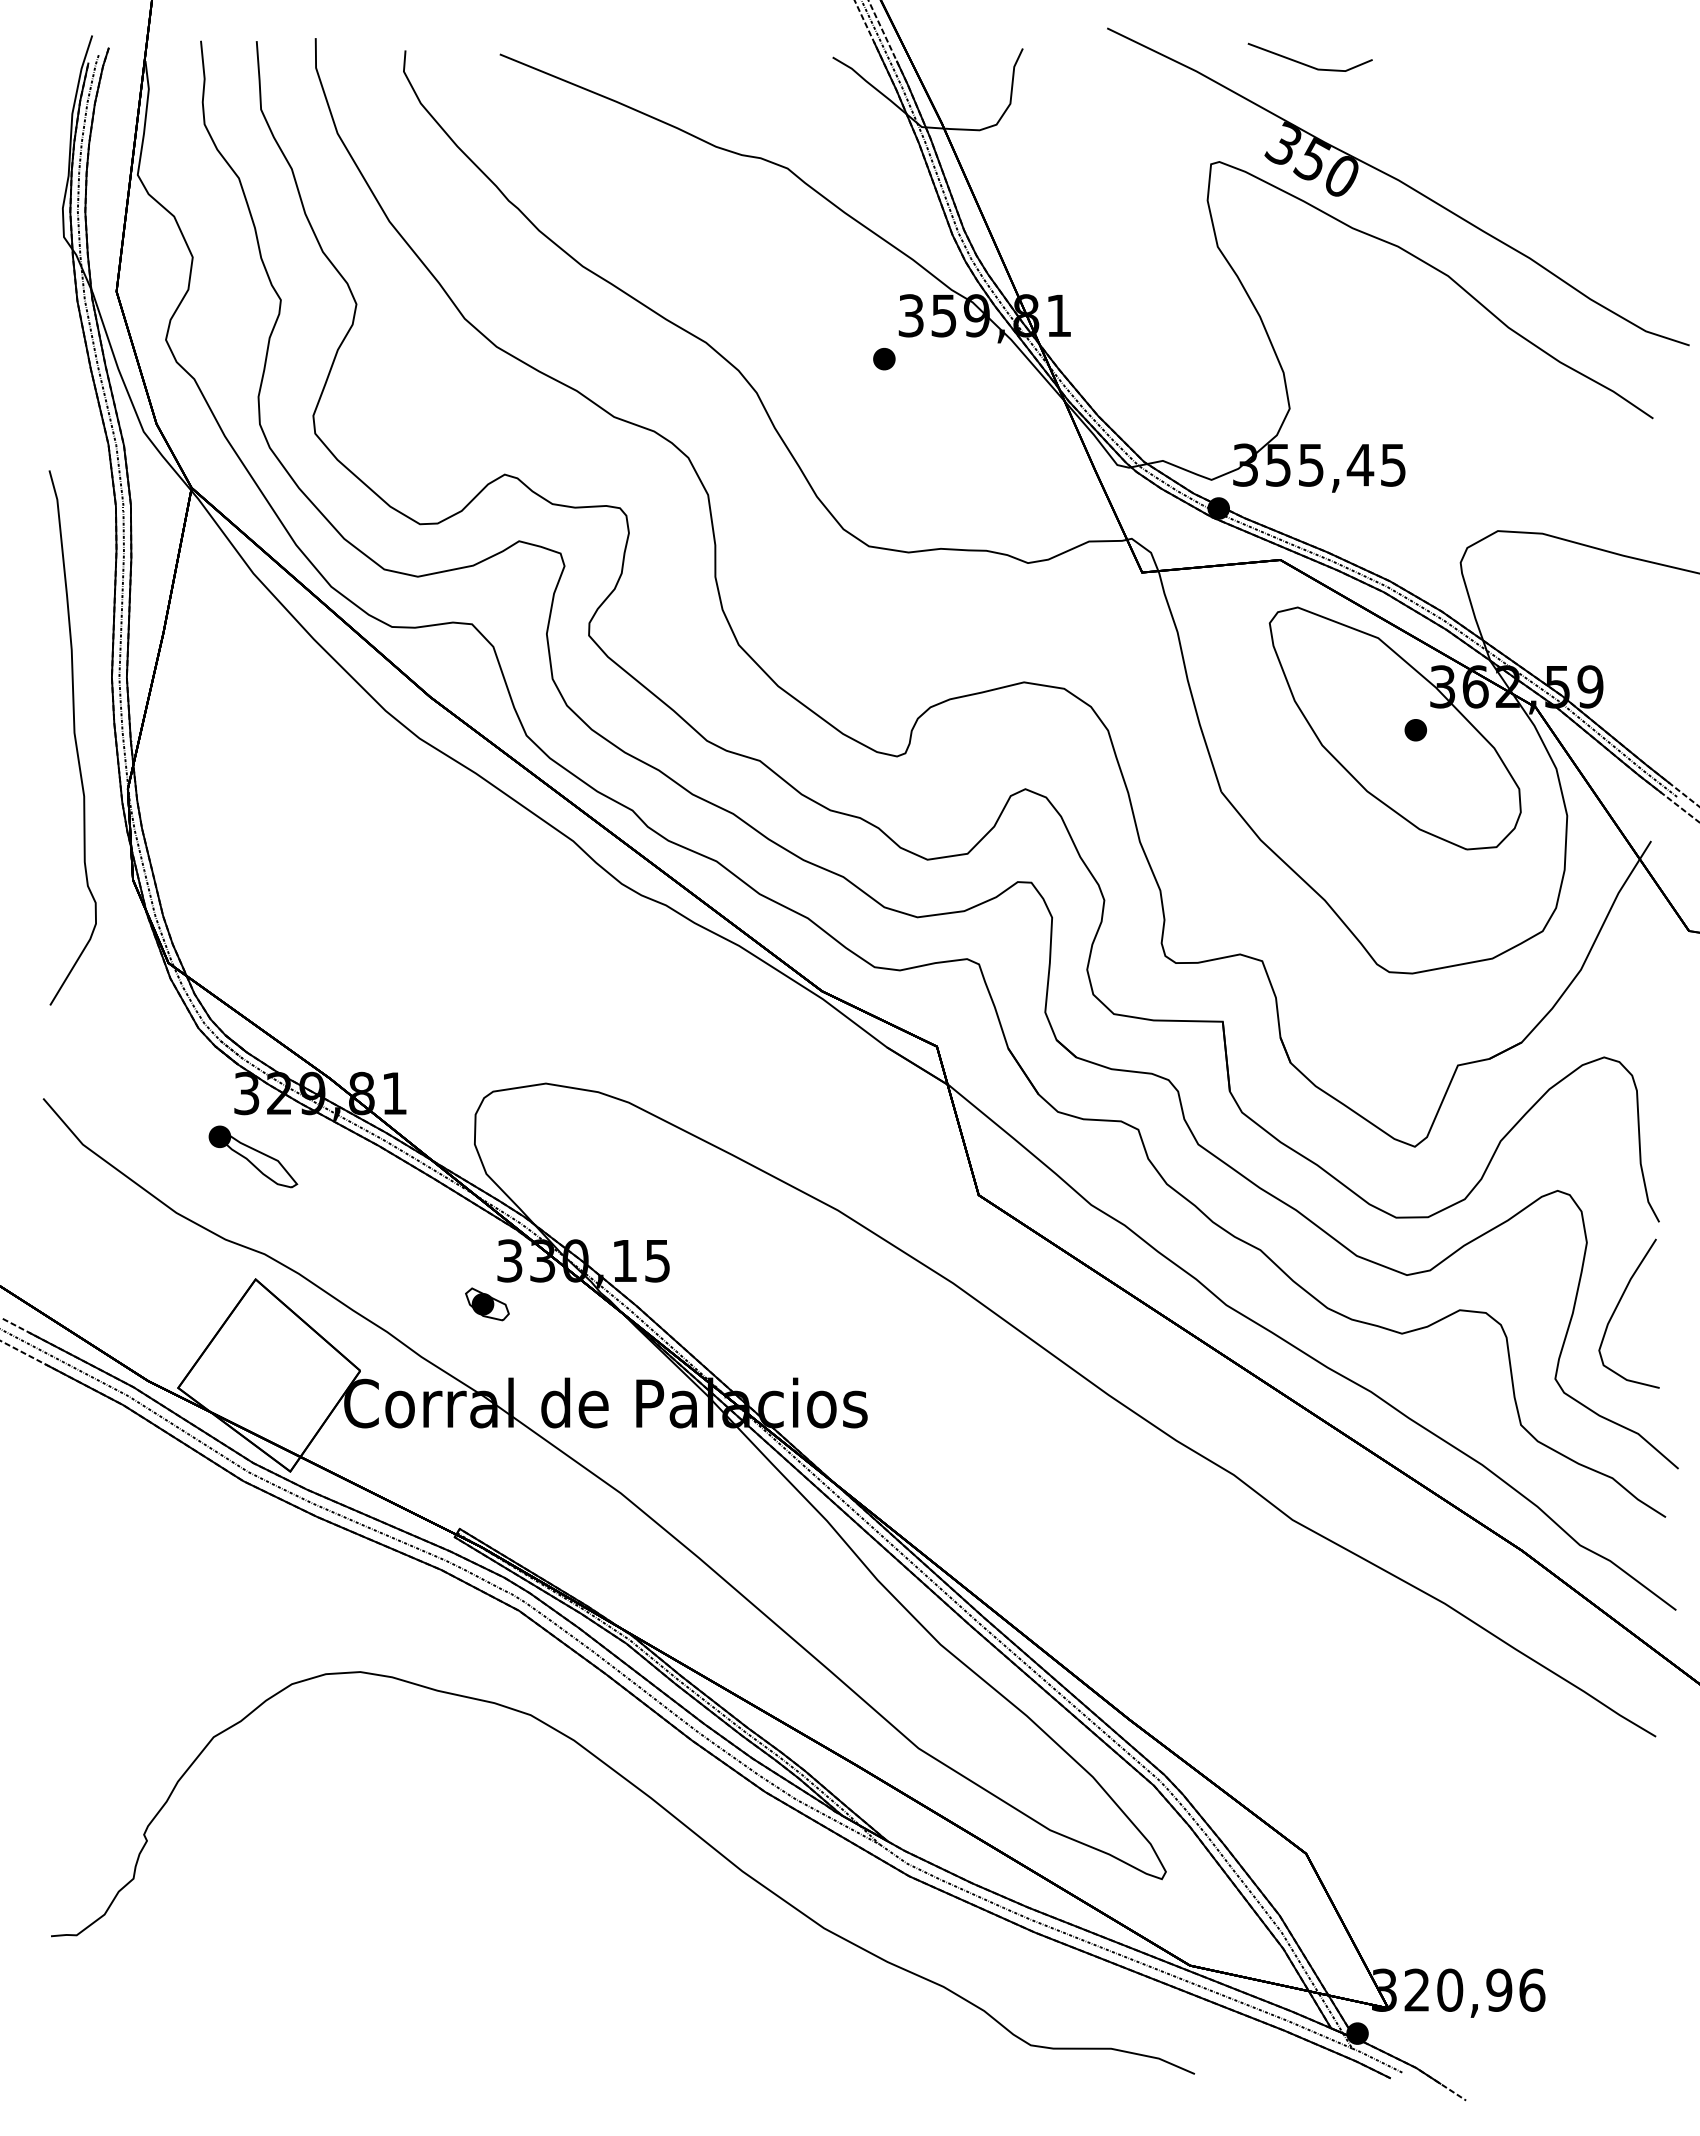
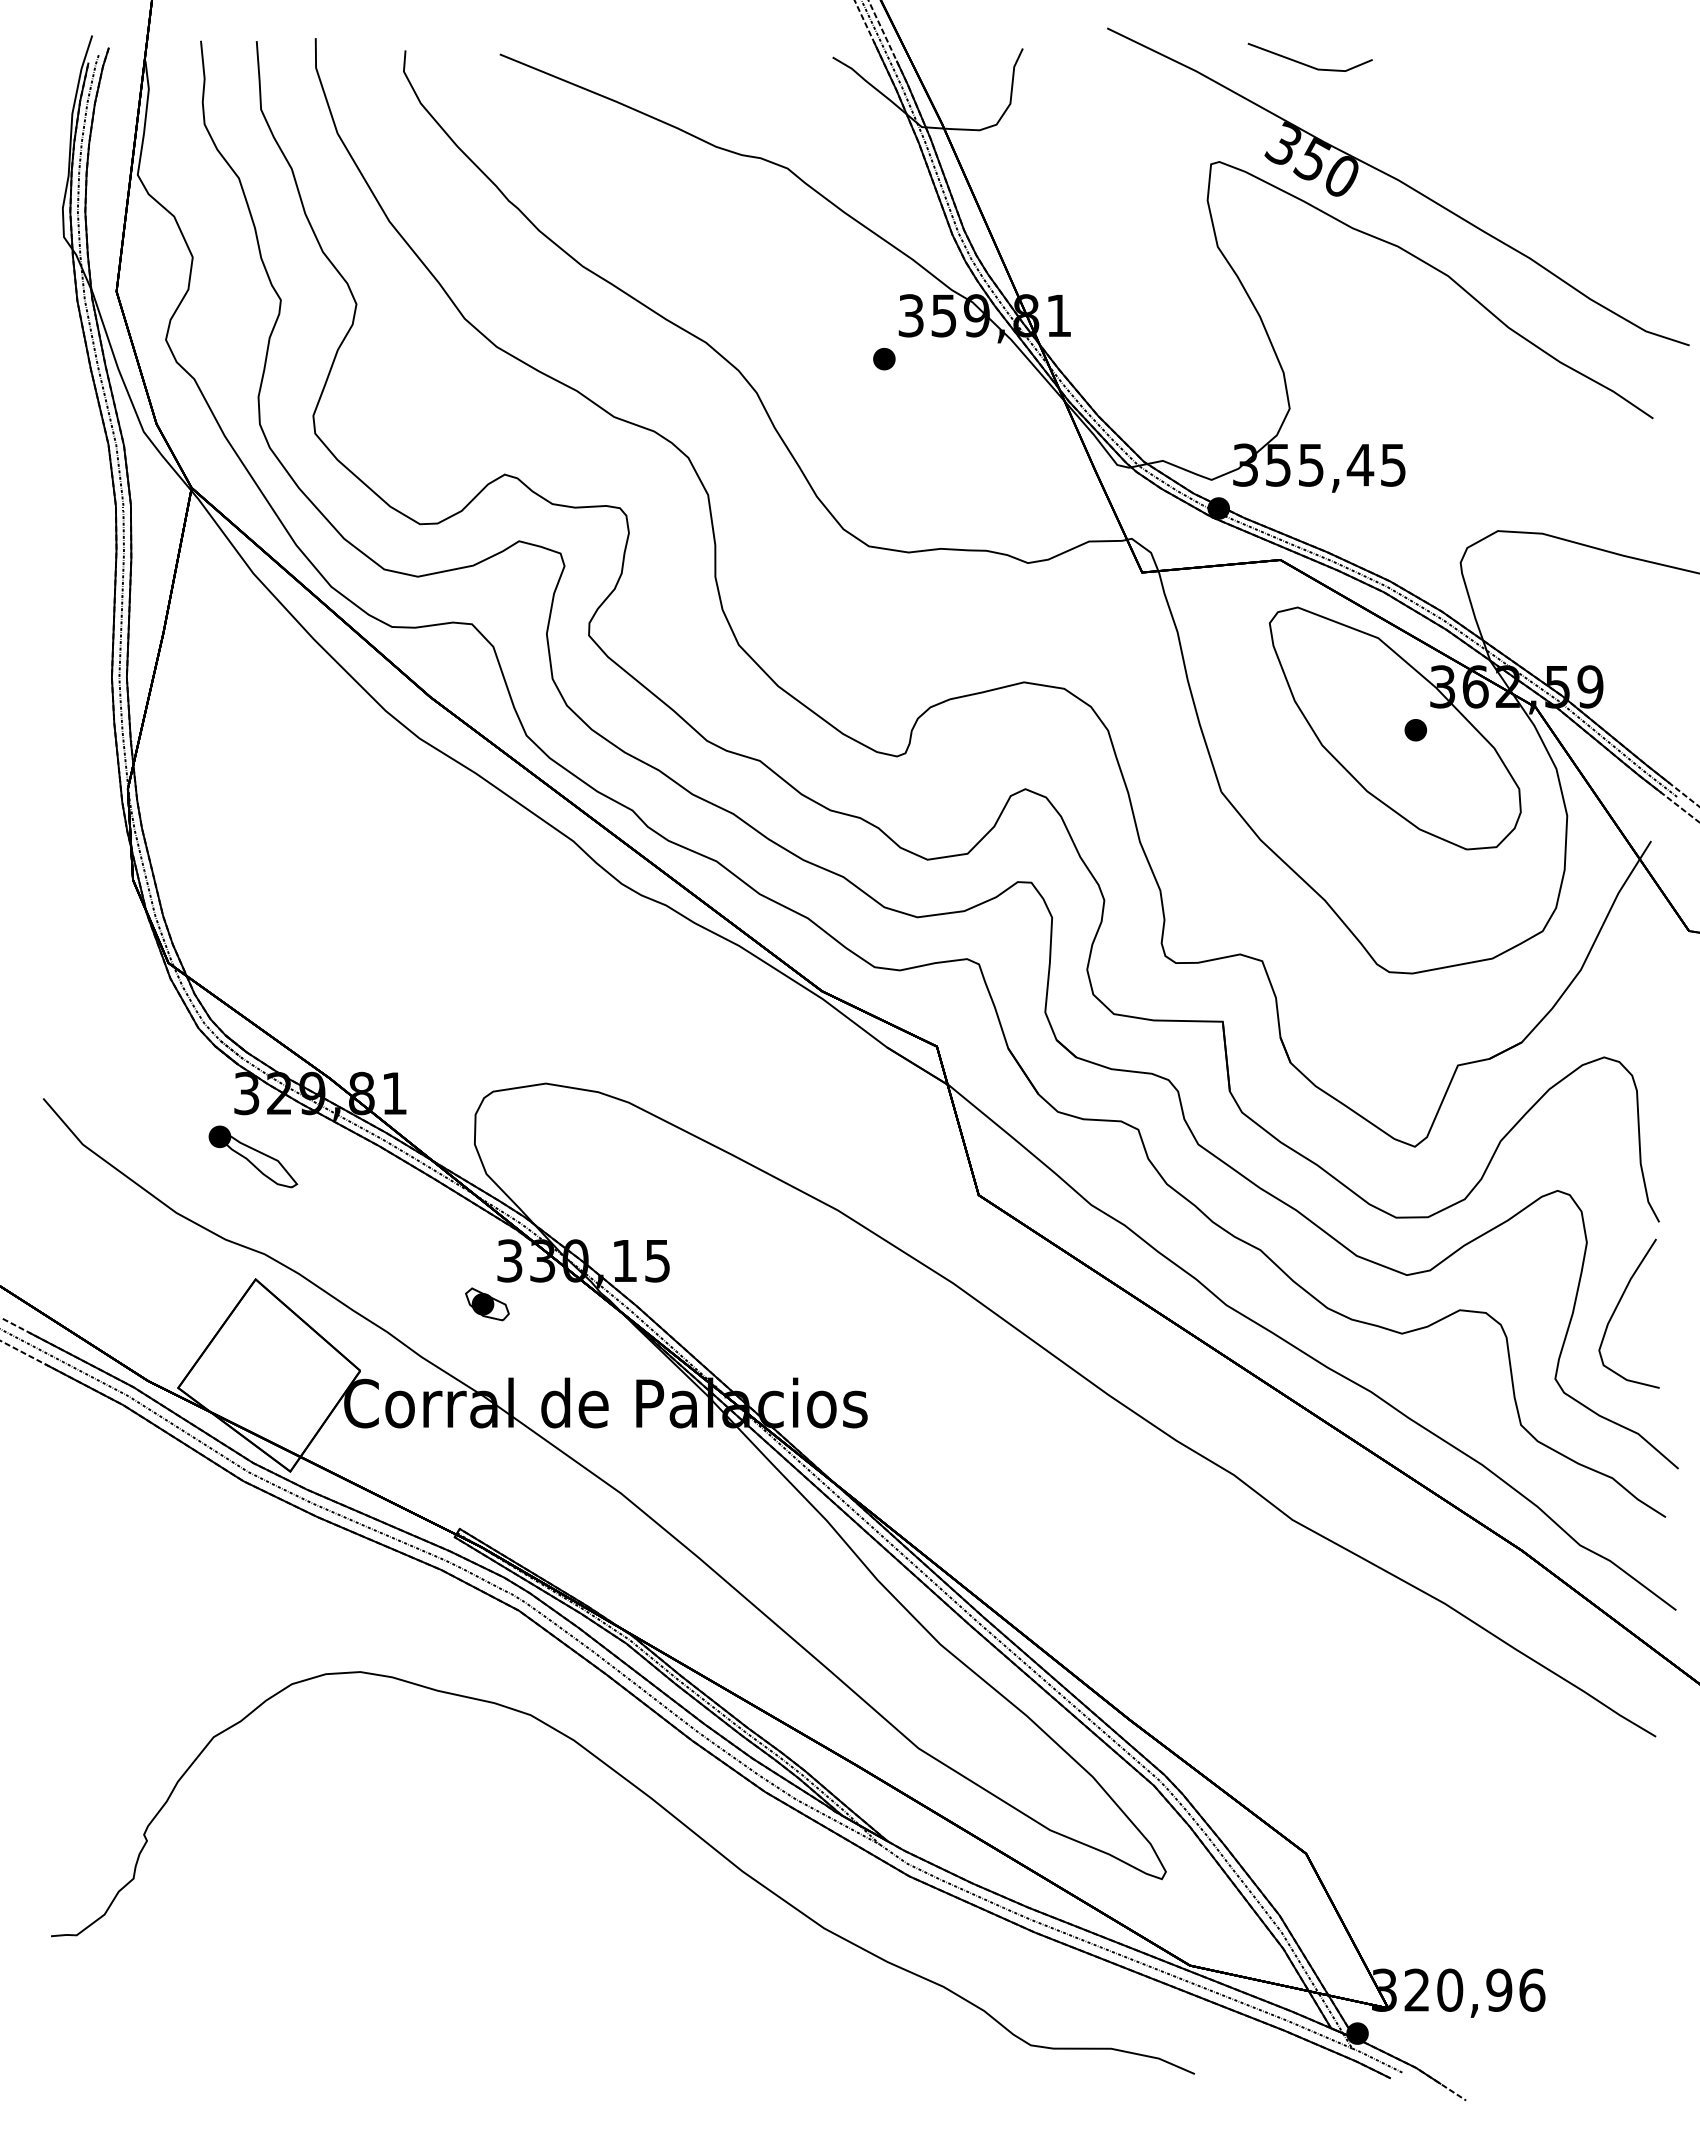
part at (72, 737): present -> none
